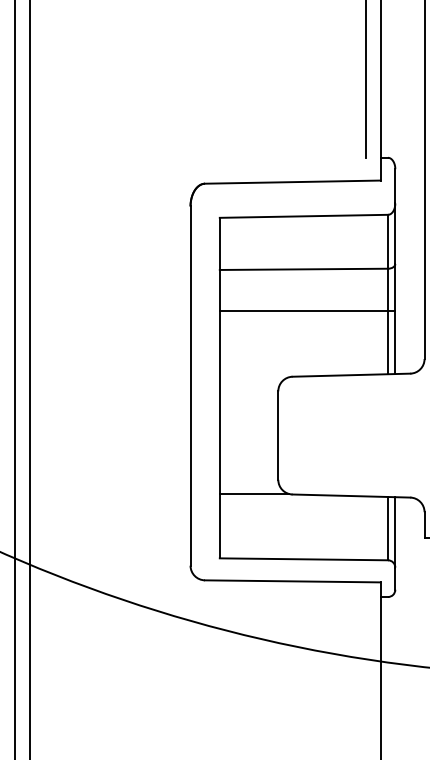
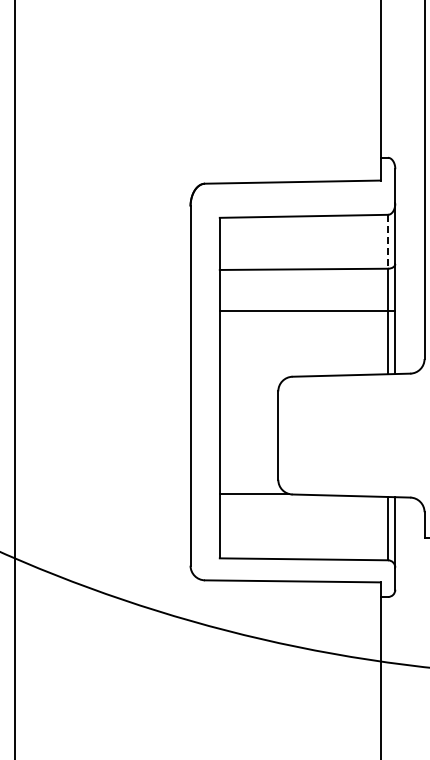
line at (366, 79): present -> none
line at (388, 241): solid -> dashed
line at (29, 379): present -> none
